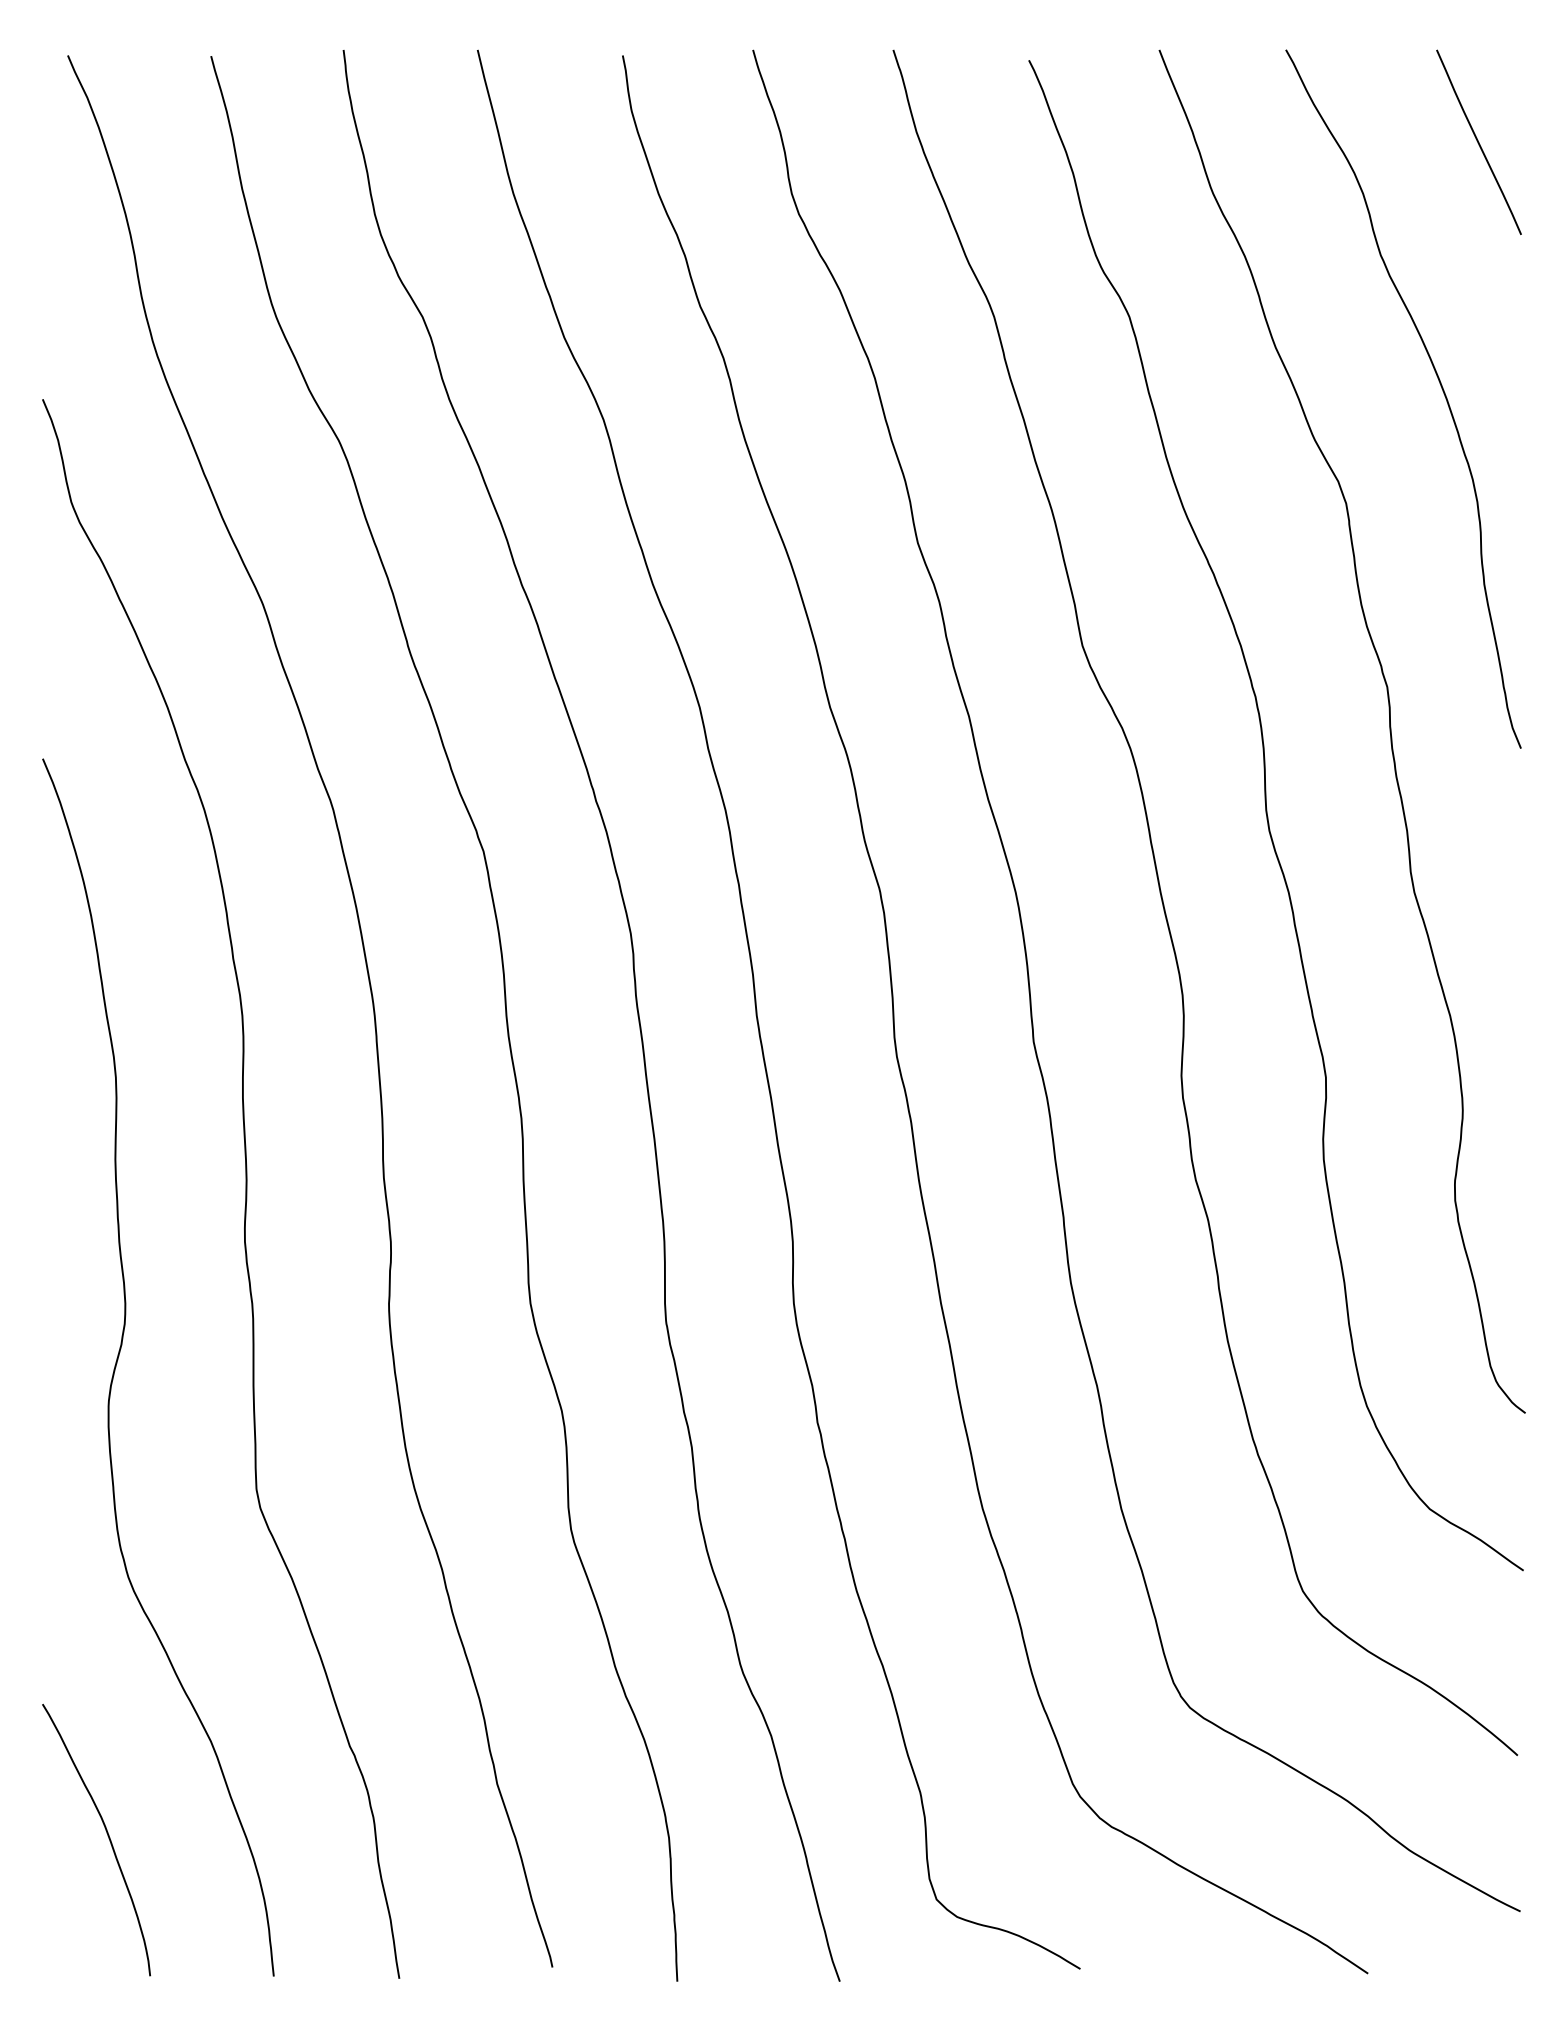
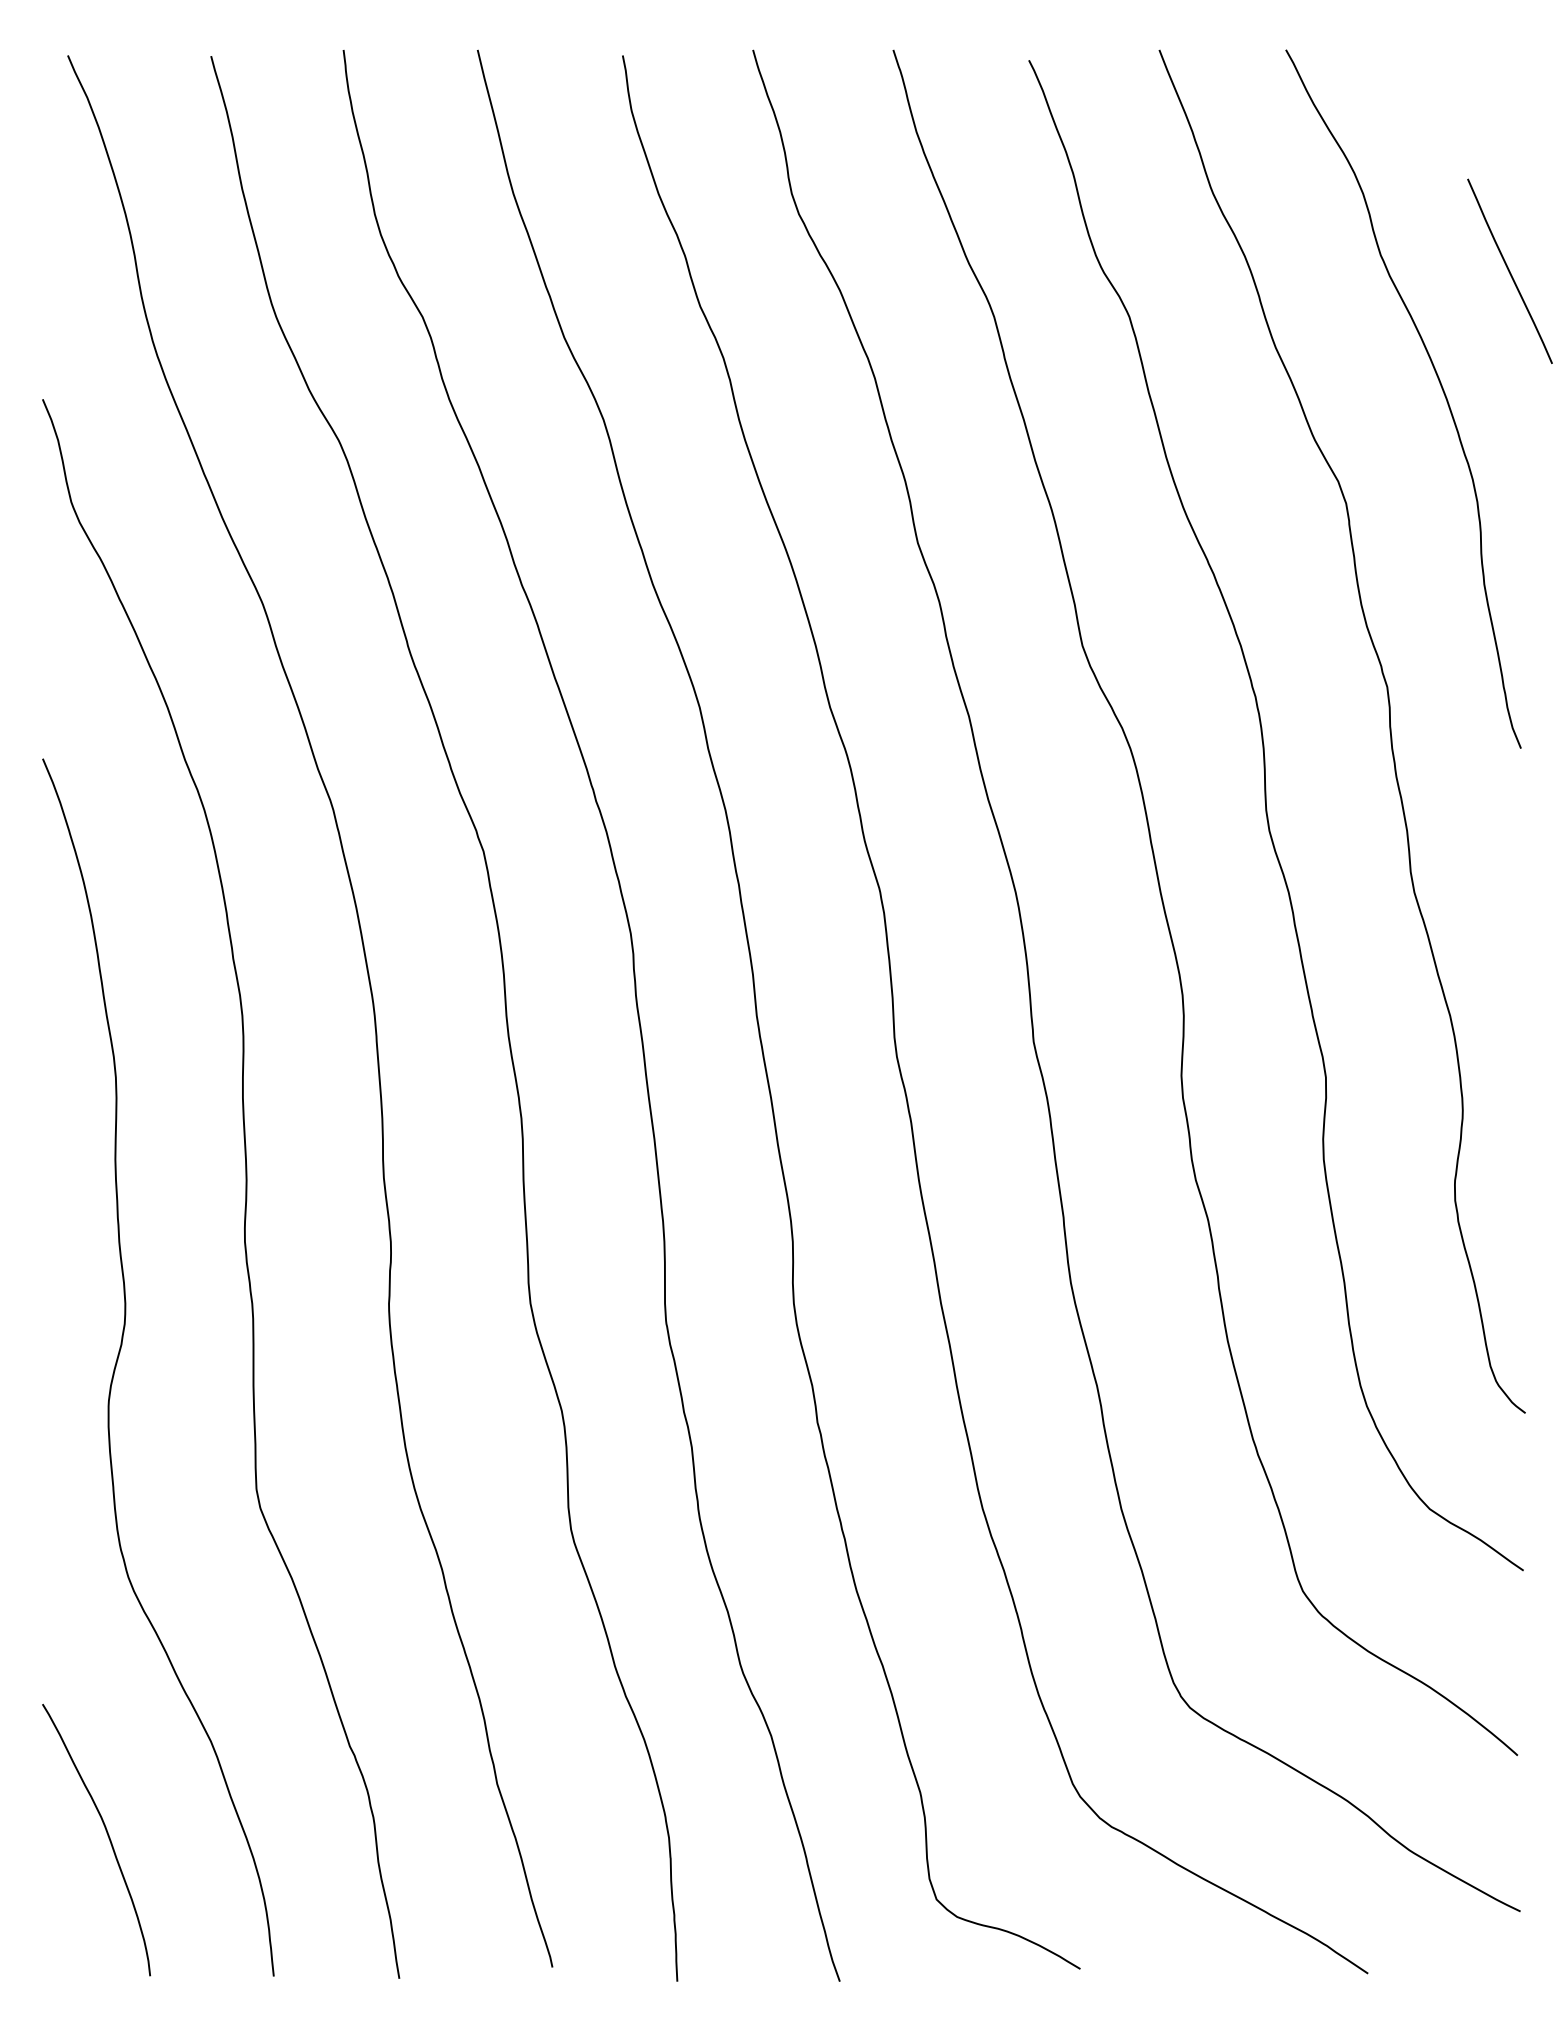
curve at (1478, 141) position: (1478, 141) -> (1509, 270)
